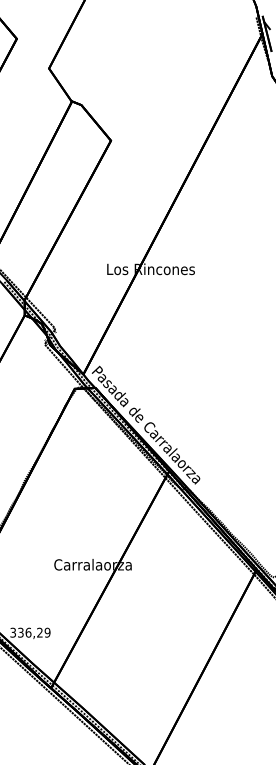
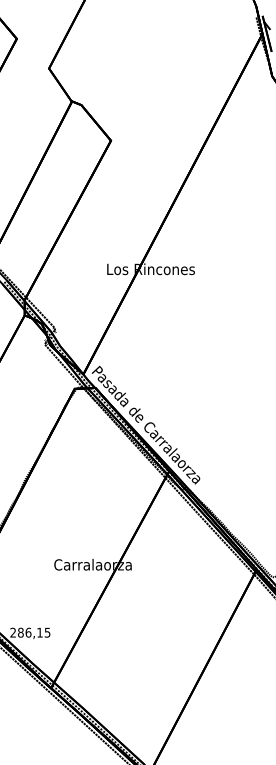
text at (30, 632): 336,29 -> 286,15
